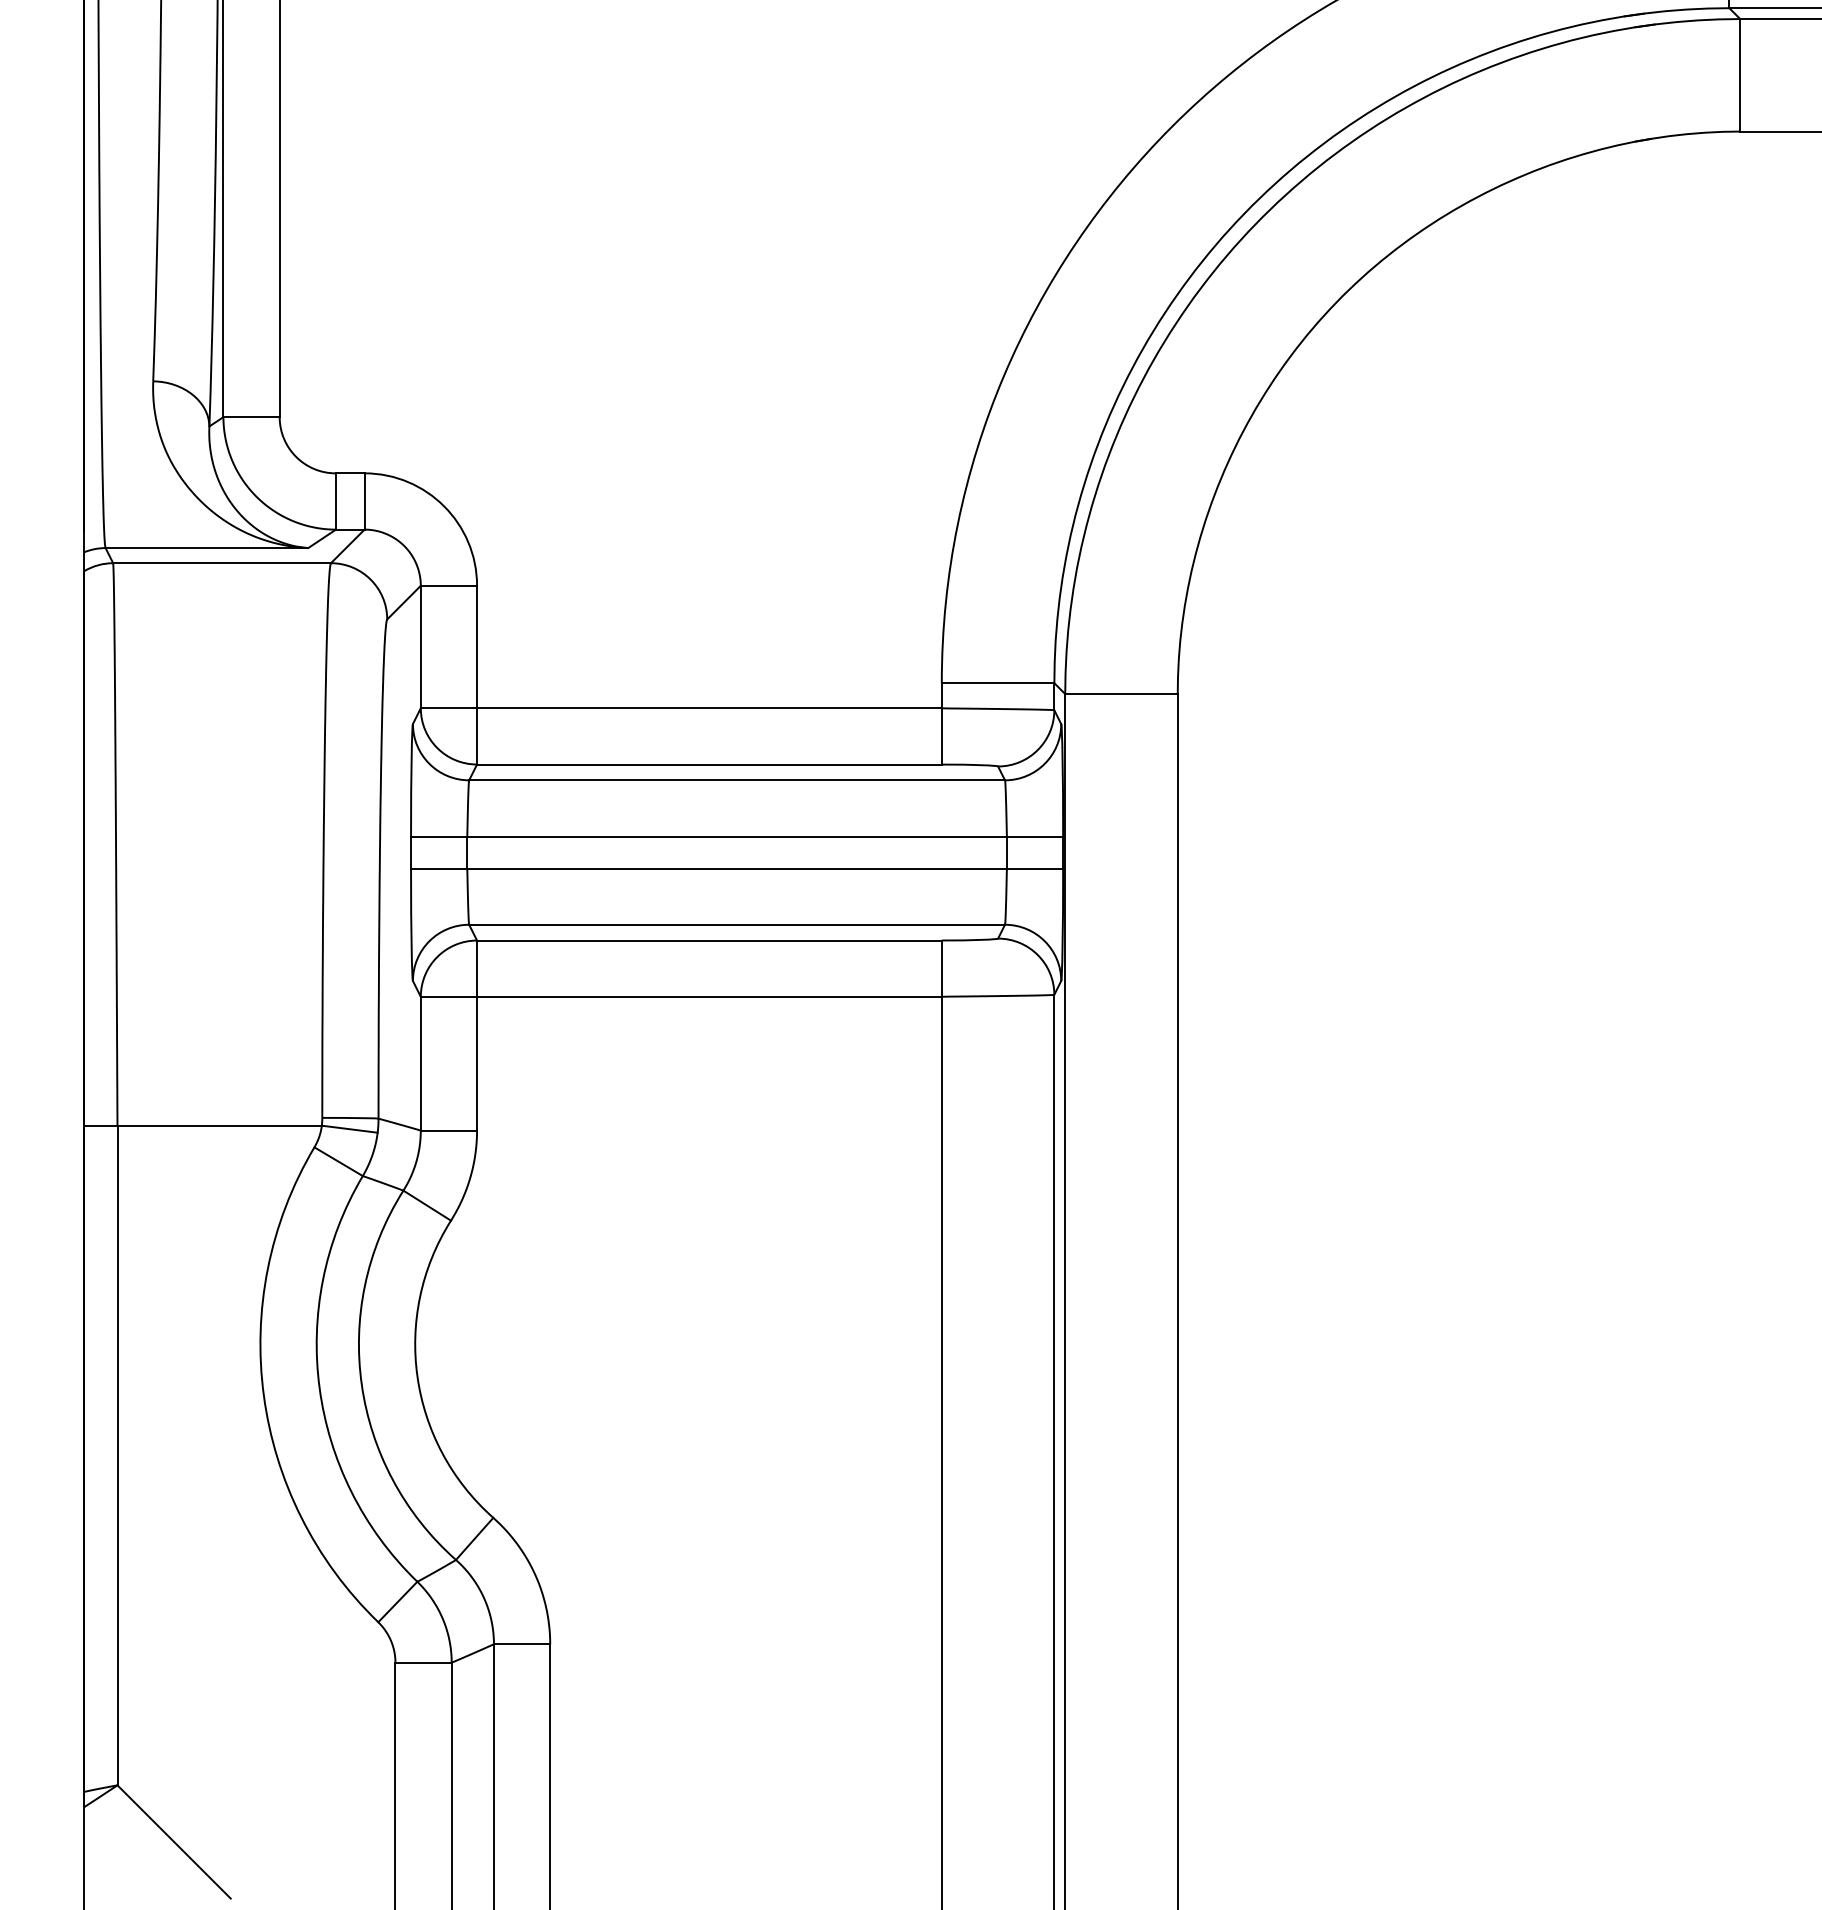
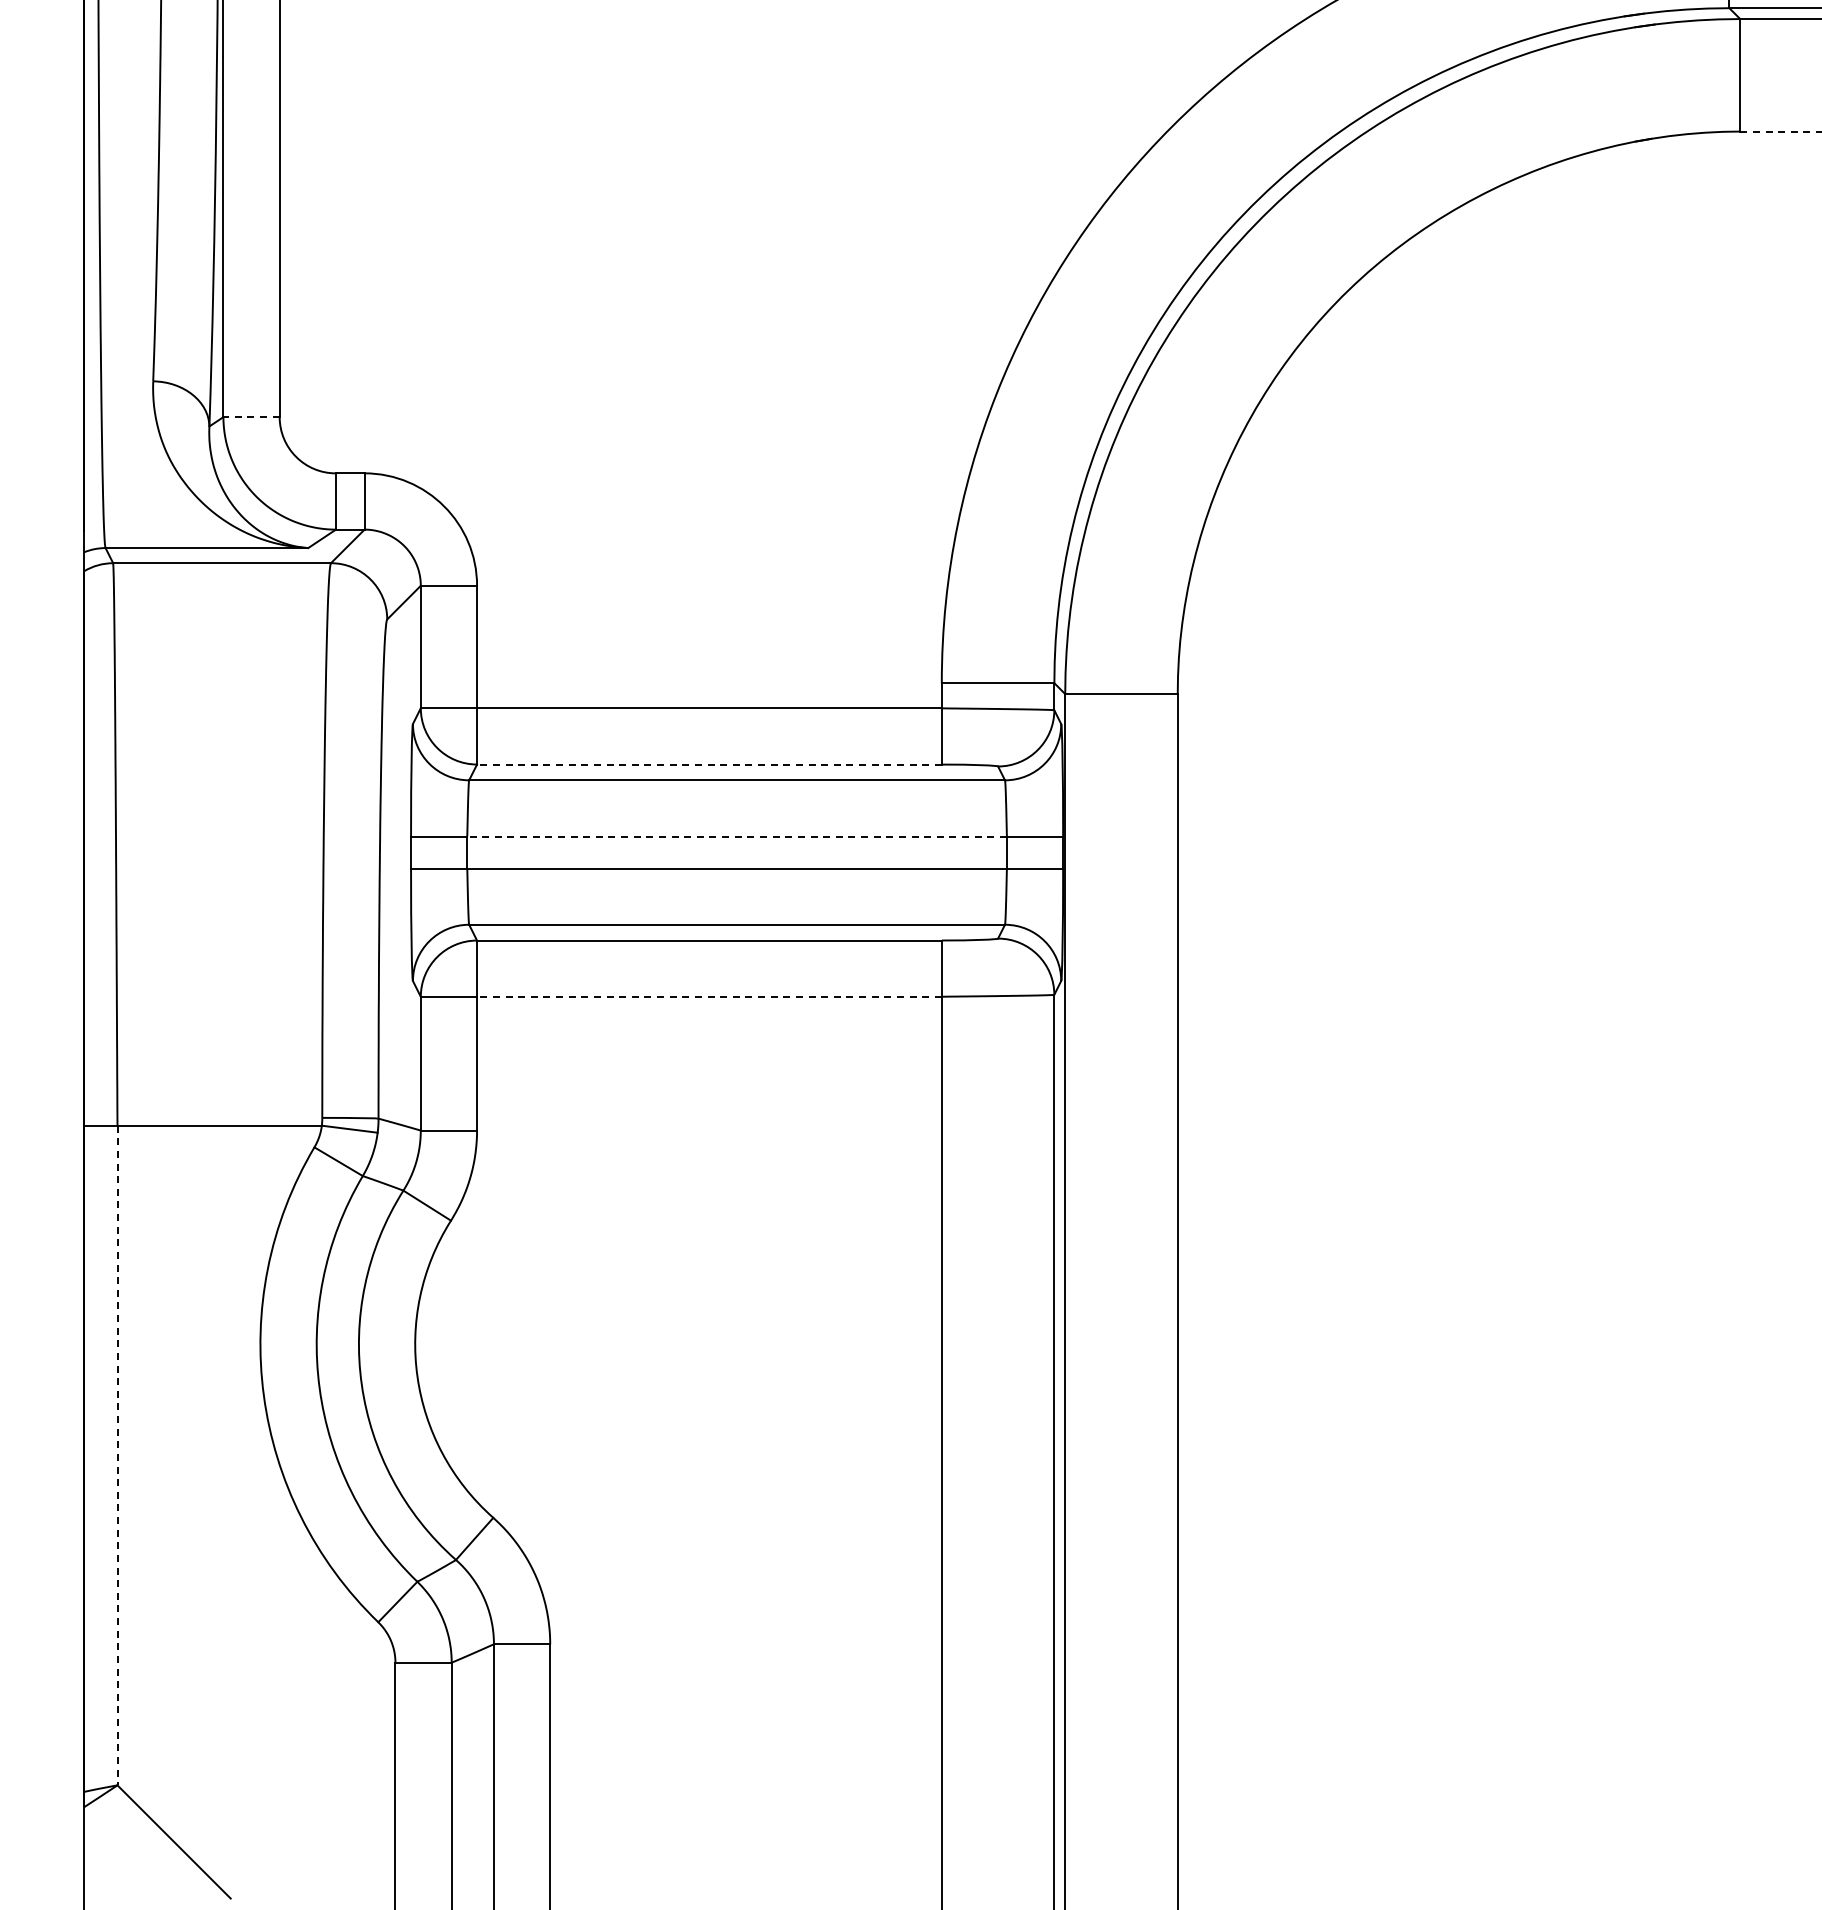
line at (1780, 131): solid -> dashed
line at (251, 417): solid -> dashed
line at (708, 764): solid -> dashed
line at (737, 836): solid -> dashed
line at (708, 996): solid -> dashed
line at (117, 1455): solid -> dashed
